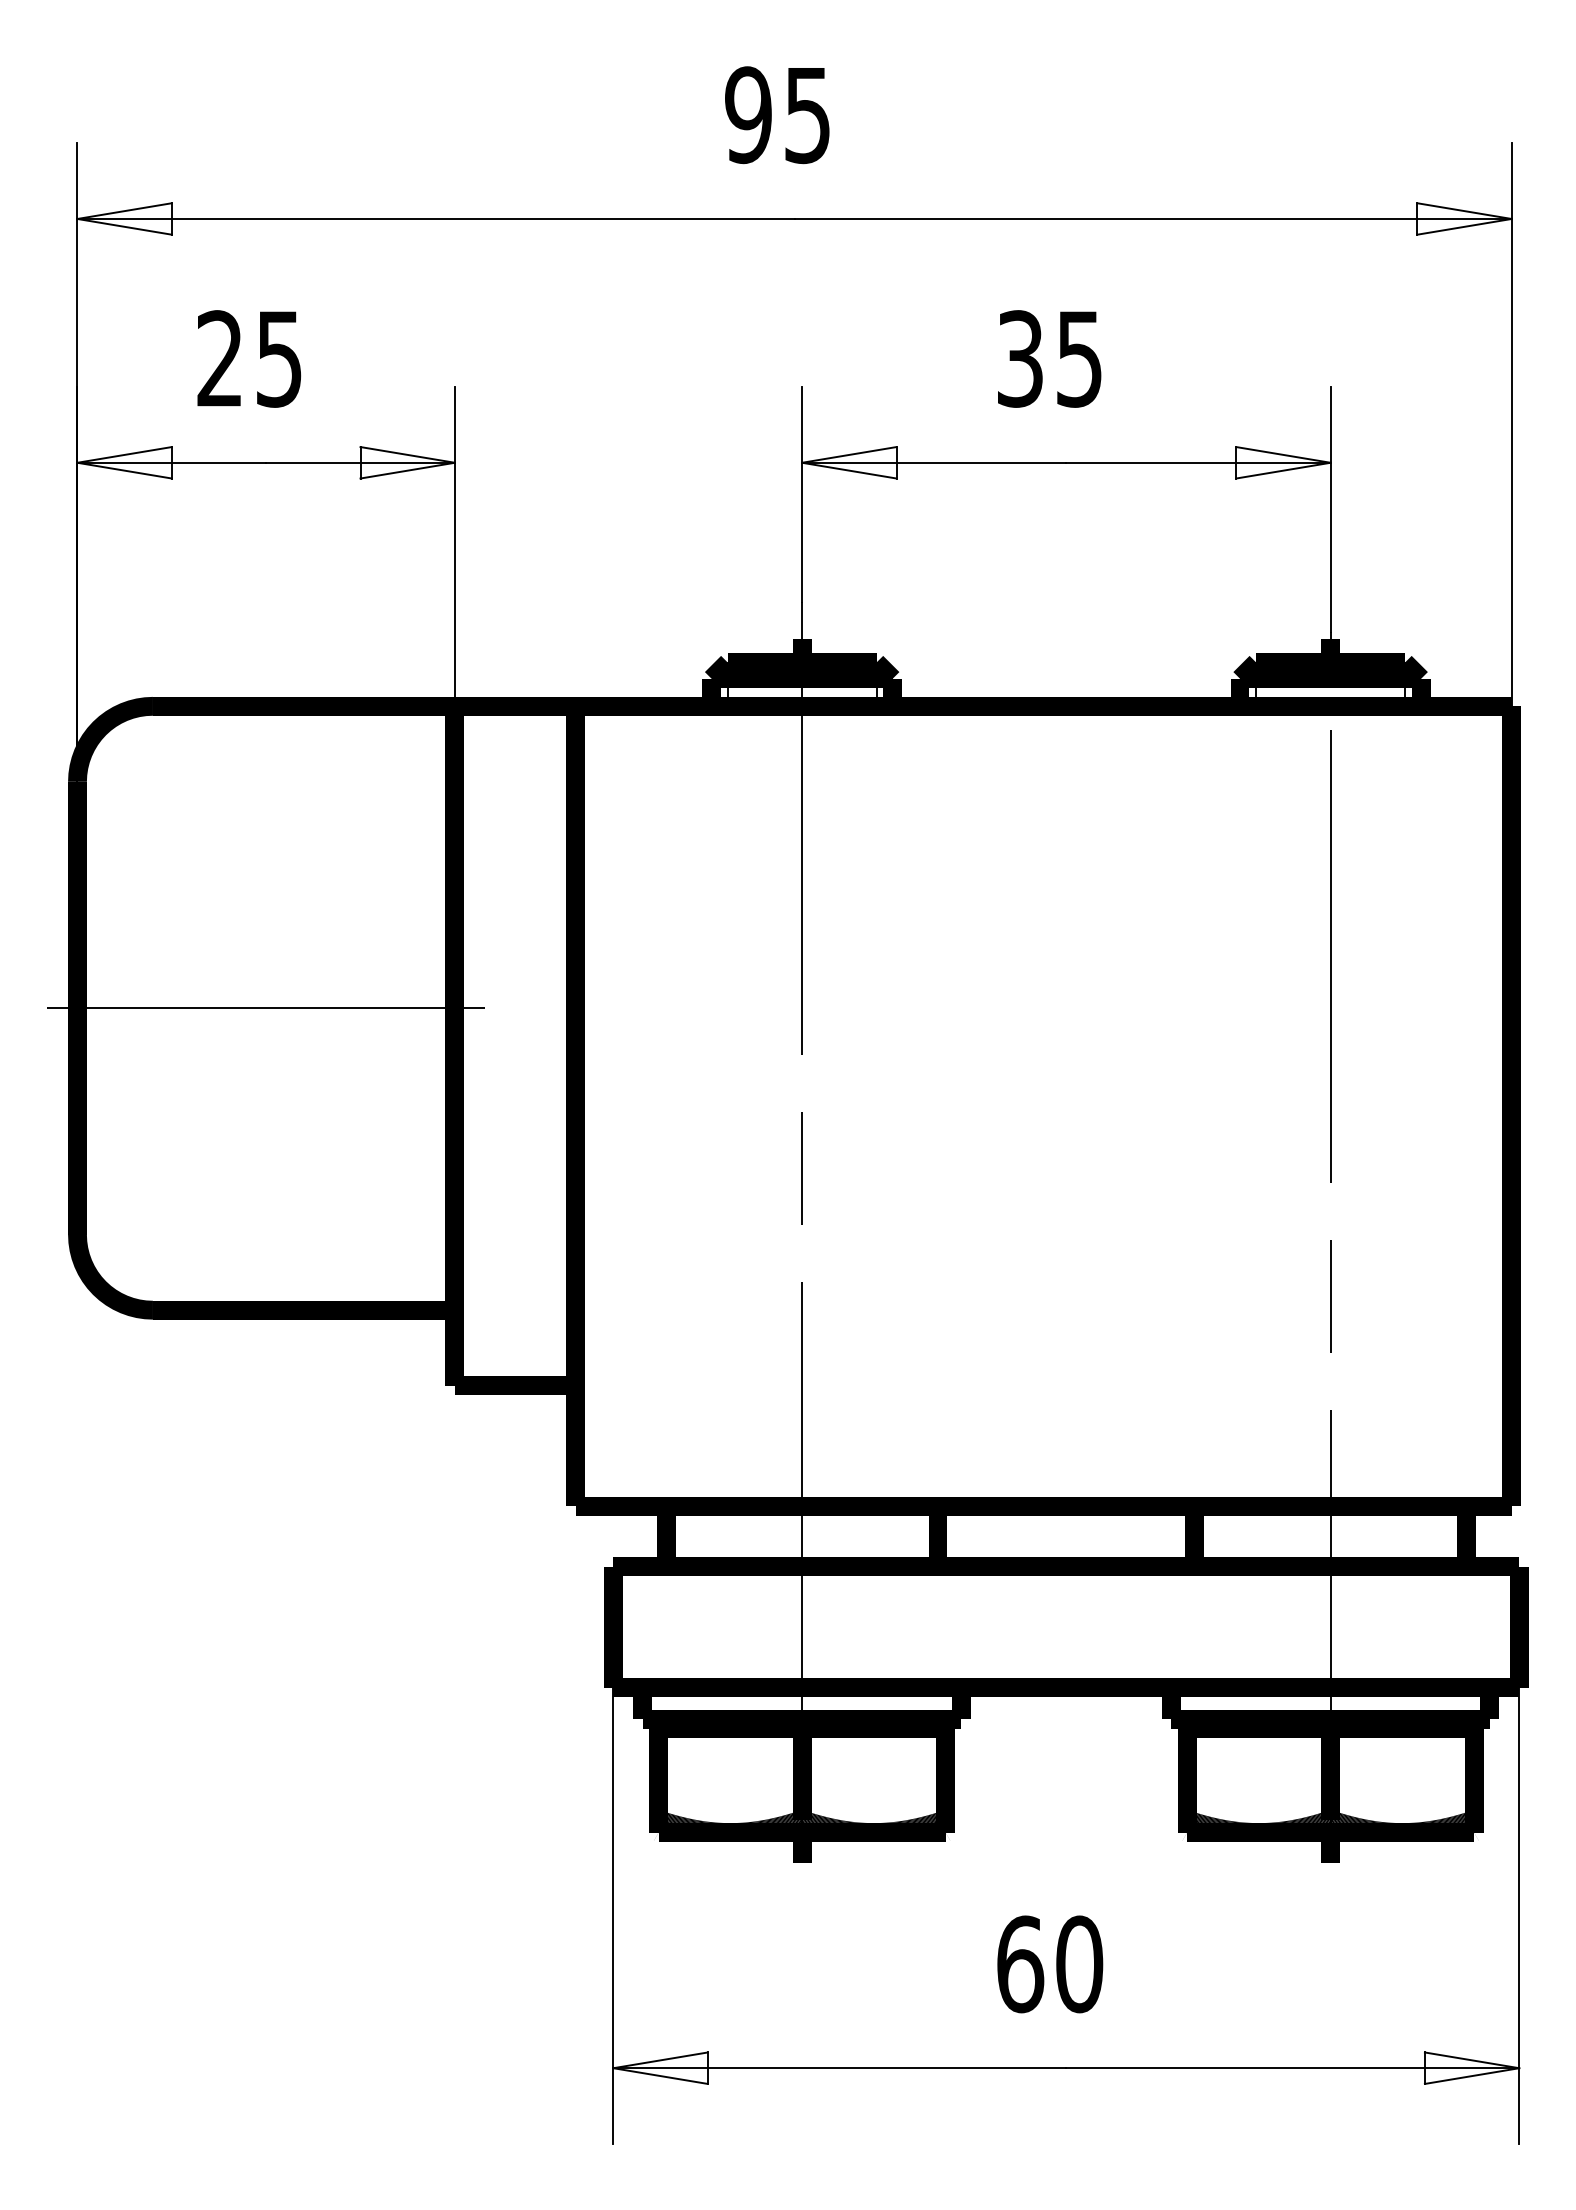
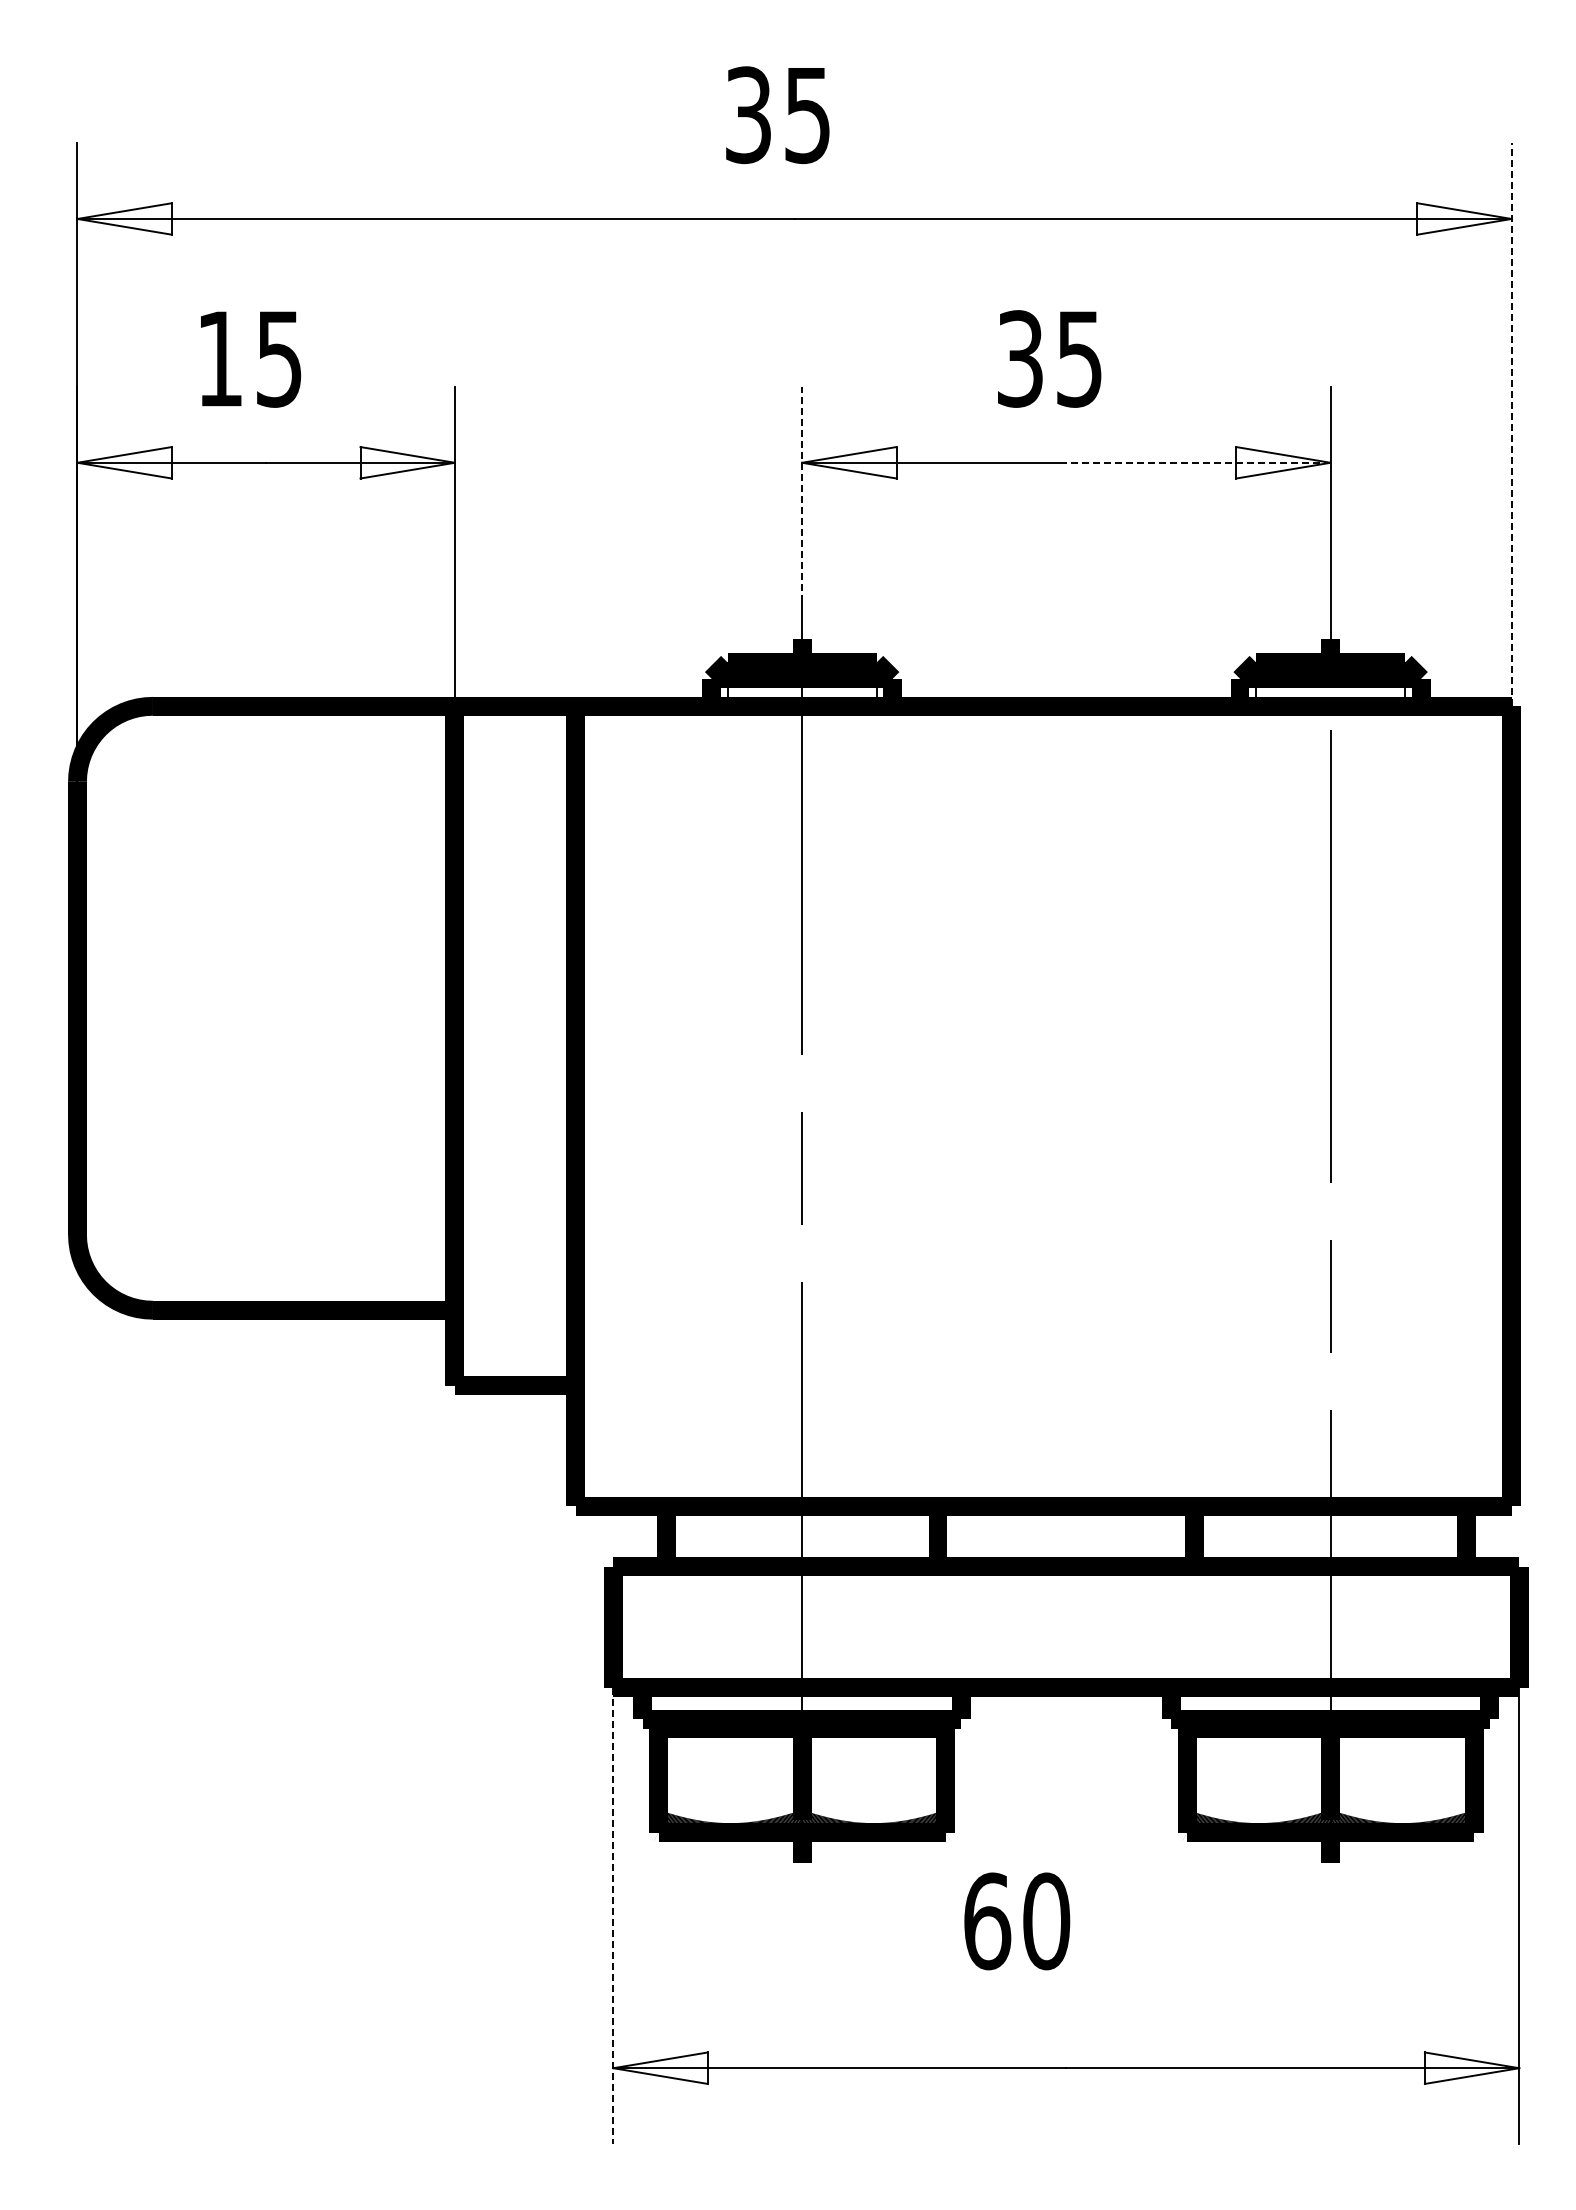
text at (748, 114): 95 -> 35
text at (219, 358): 25 -> 15
line at (1511, 424): solid -> dashed
line at (1198, 462): solid -> dashed
line at (802, 494): solid -> dashed
line at (266, 1008): present -> none
line at (613, 1916): solid -> dashed
text at (1050, 1964) position: (1050, 1964) -> (1017, 1921)
